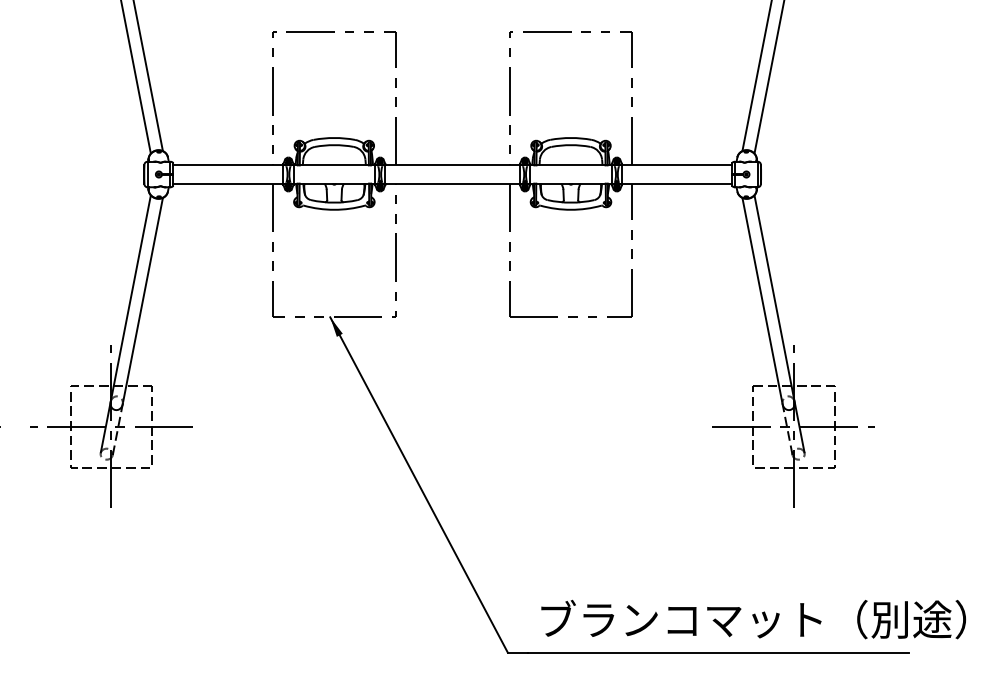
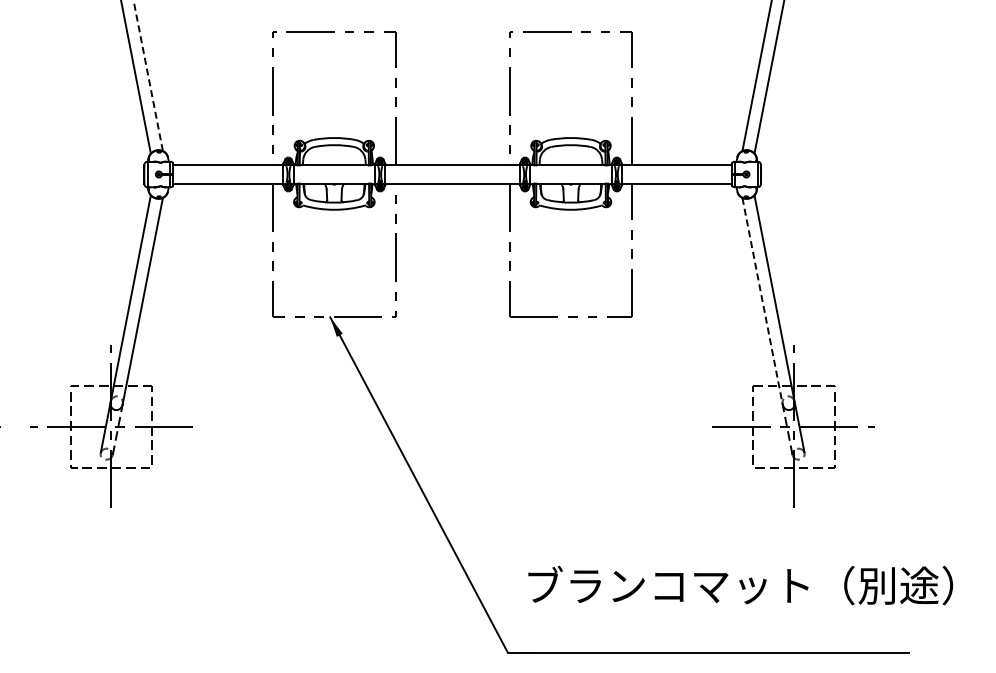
line at (148, 75): solid -> dashed
line at (762, 300): solid -> dashed
text at (753, 619) position: (753, 619) -> (740, 585)
